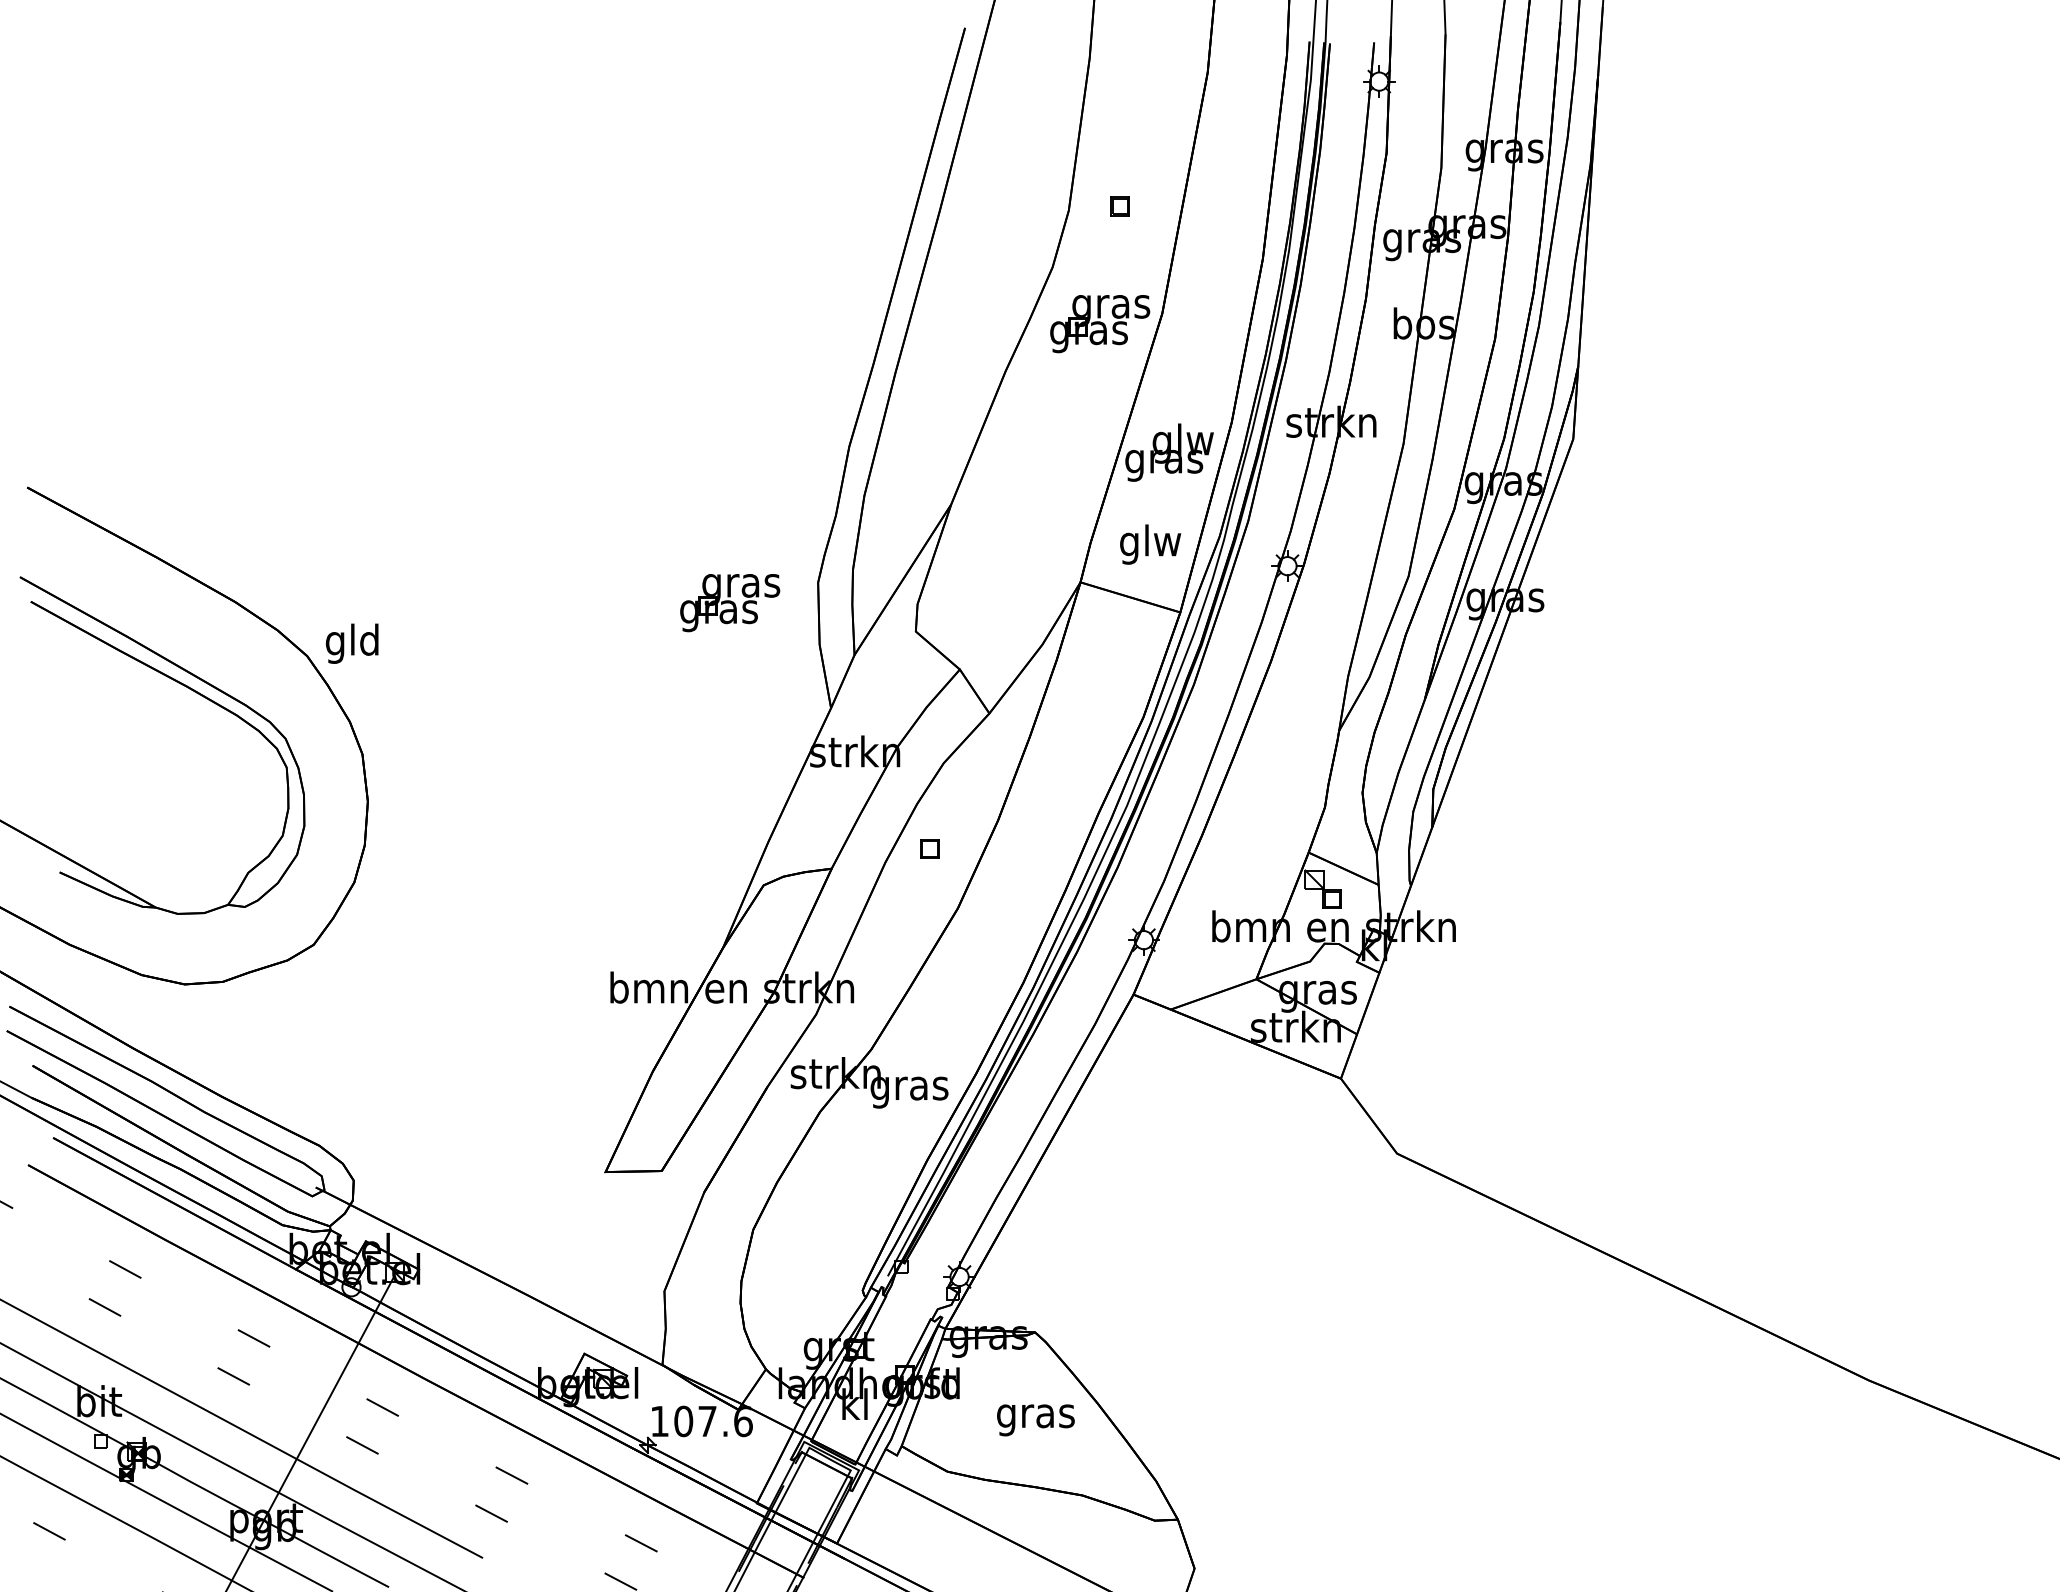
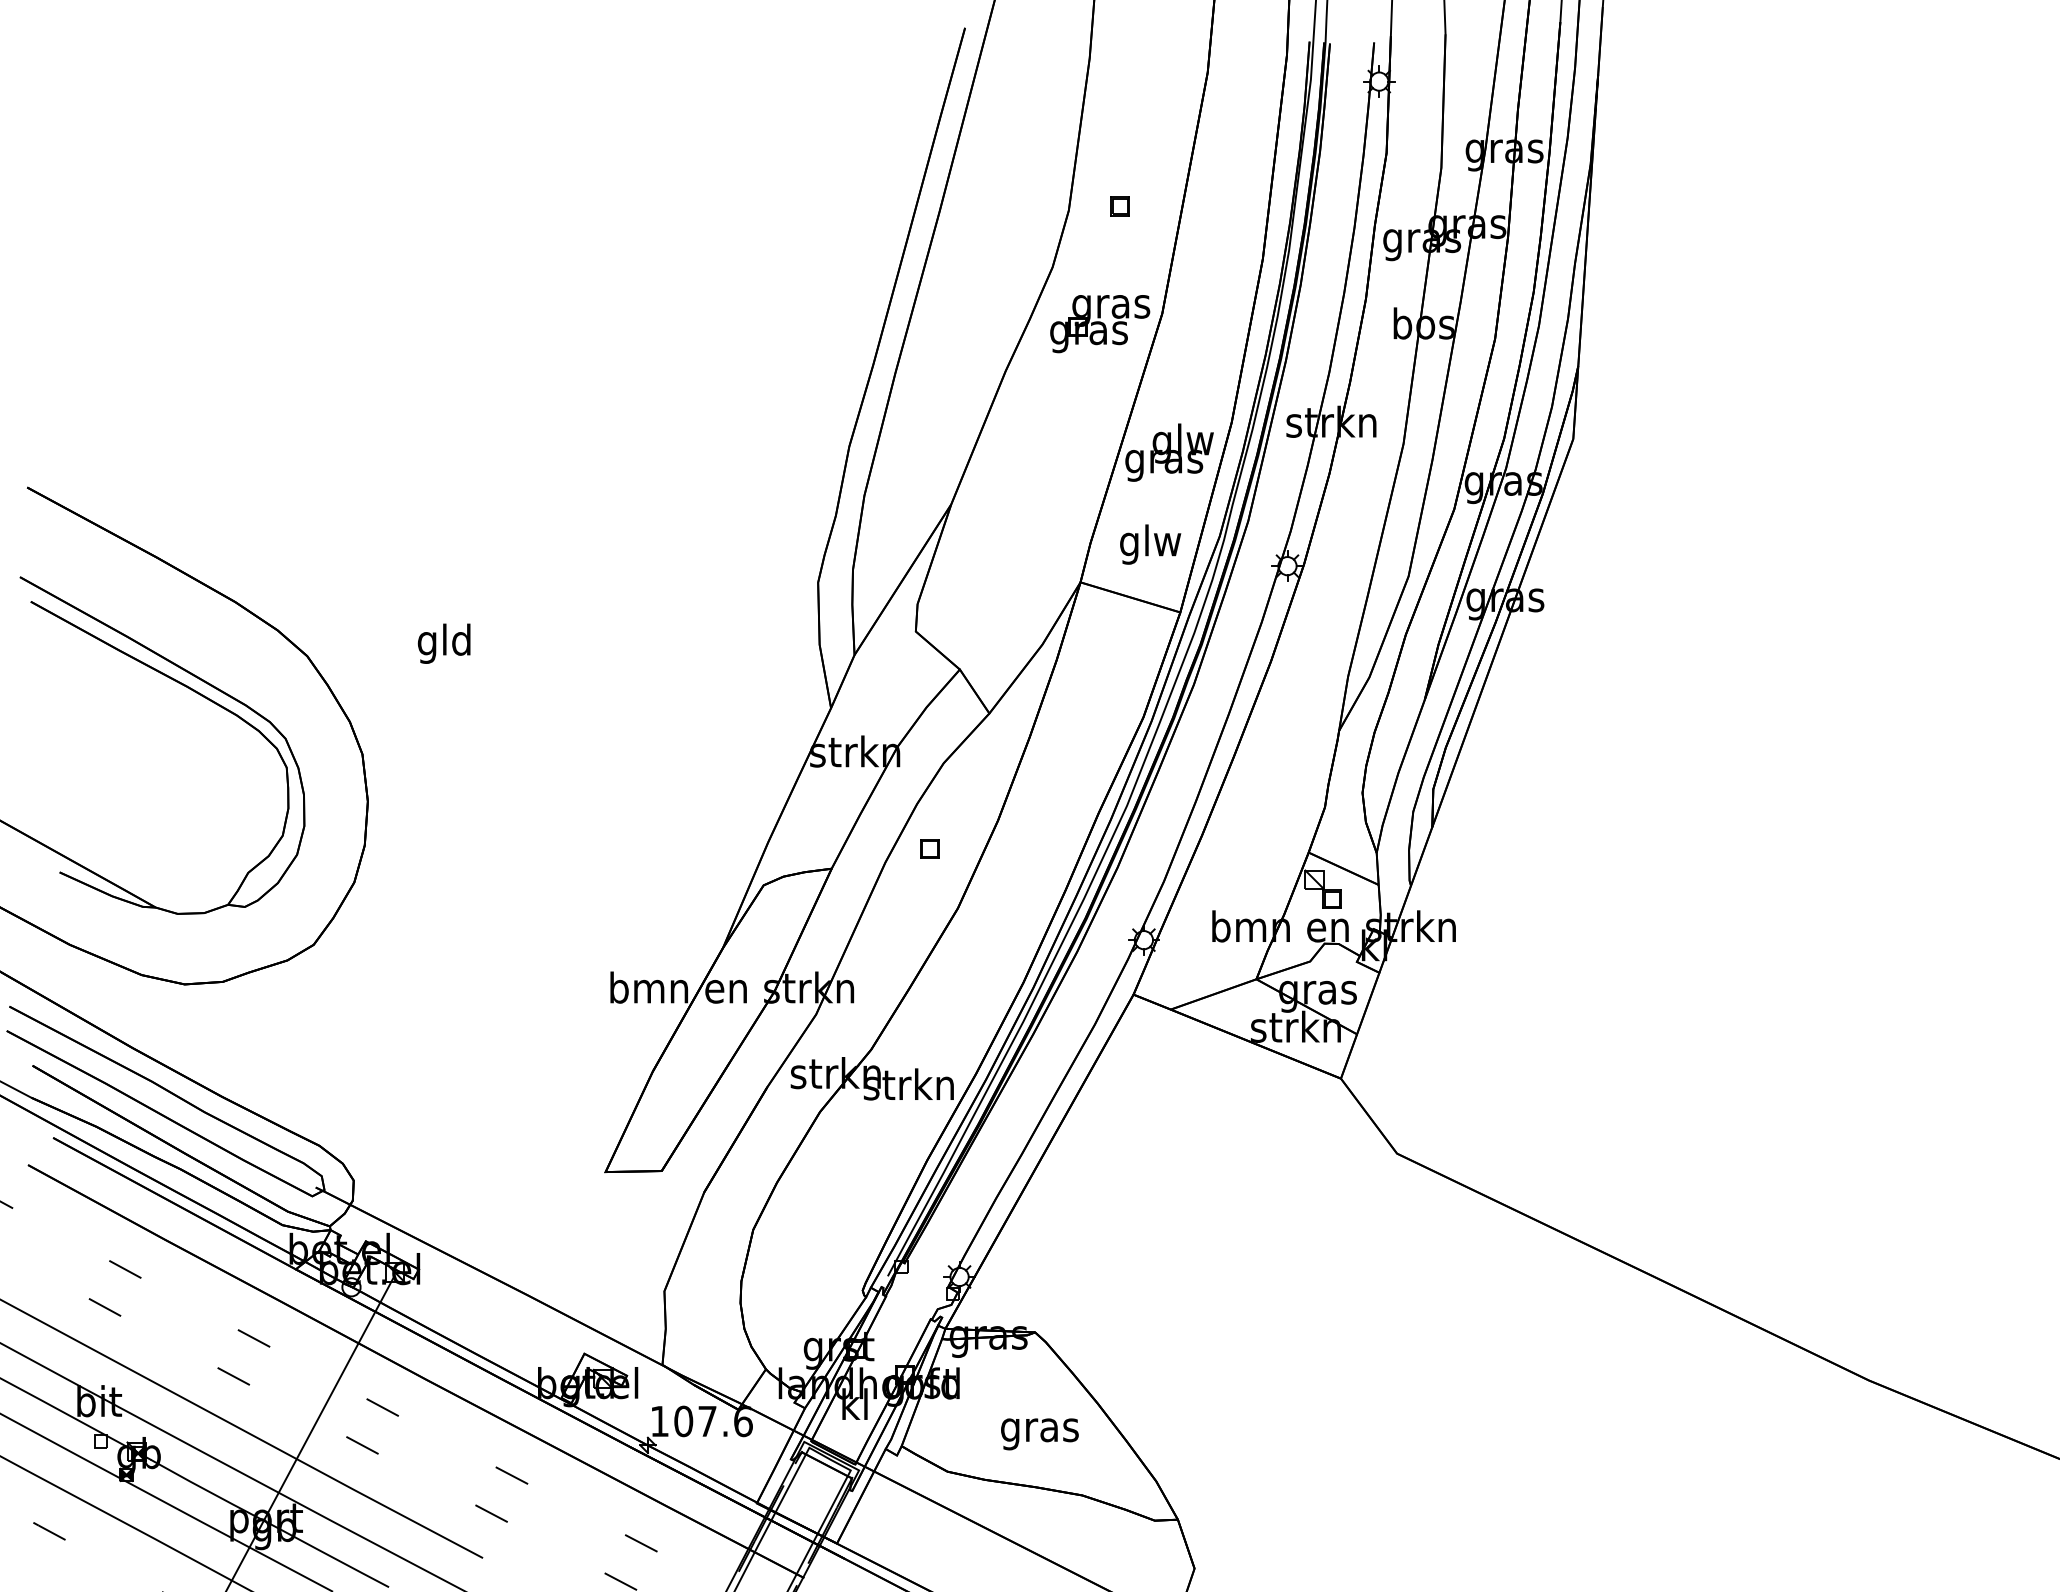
part at (730, 603): present -> none
text at (351, 643) position: (351, 643) -> (443, 643)
text at (908, 1088): gras -> strkn
text at (1035, 1420) position: (1035, 1420) -> (1039, 1434)
